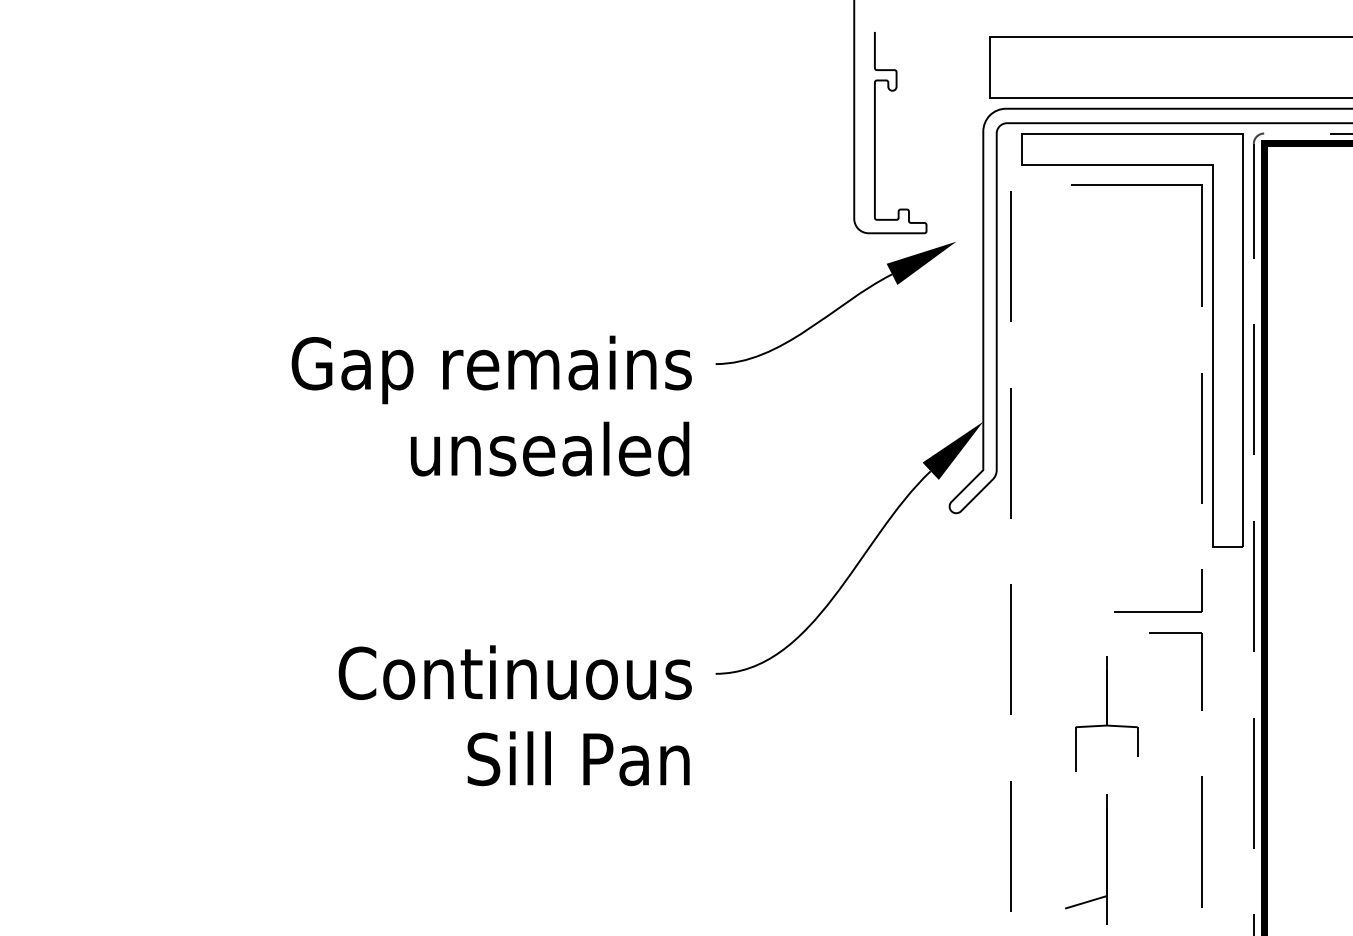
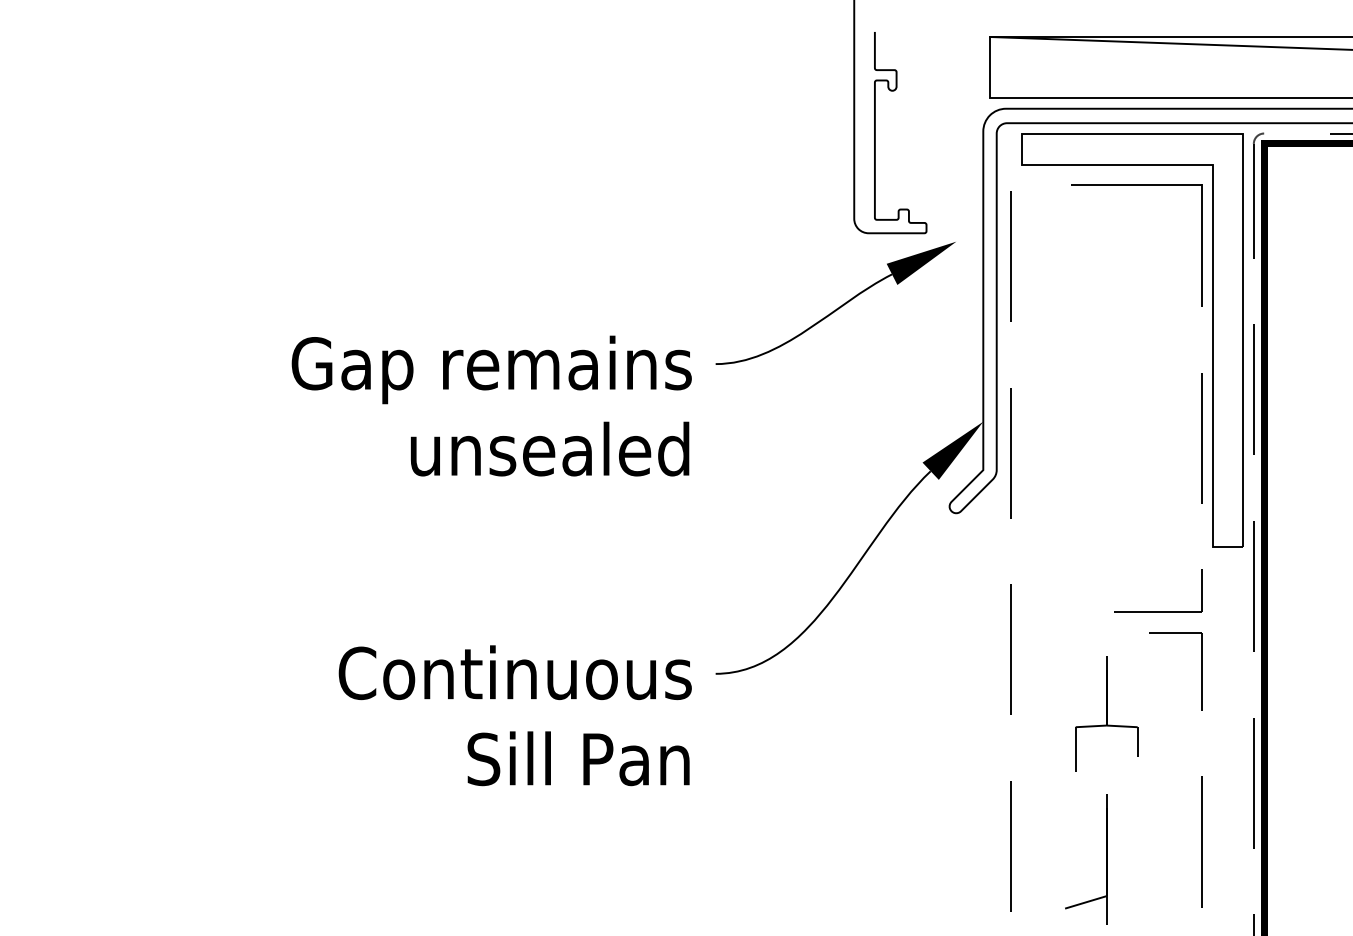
line at (1169, 43): none -> present
